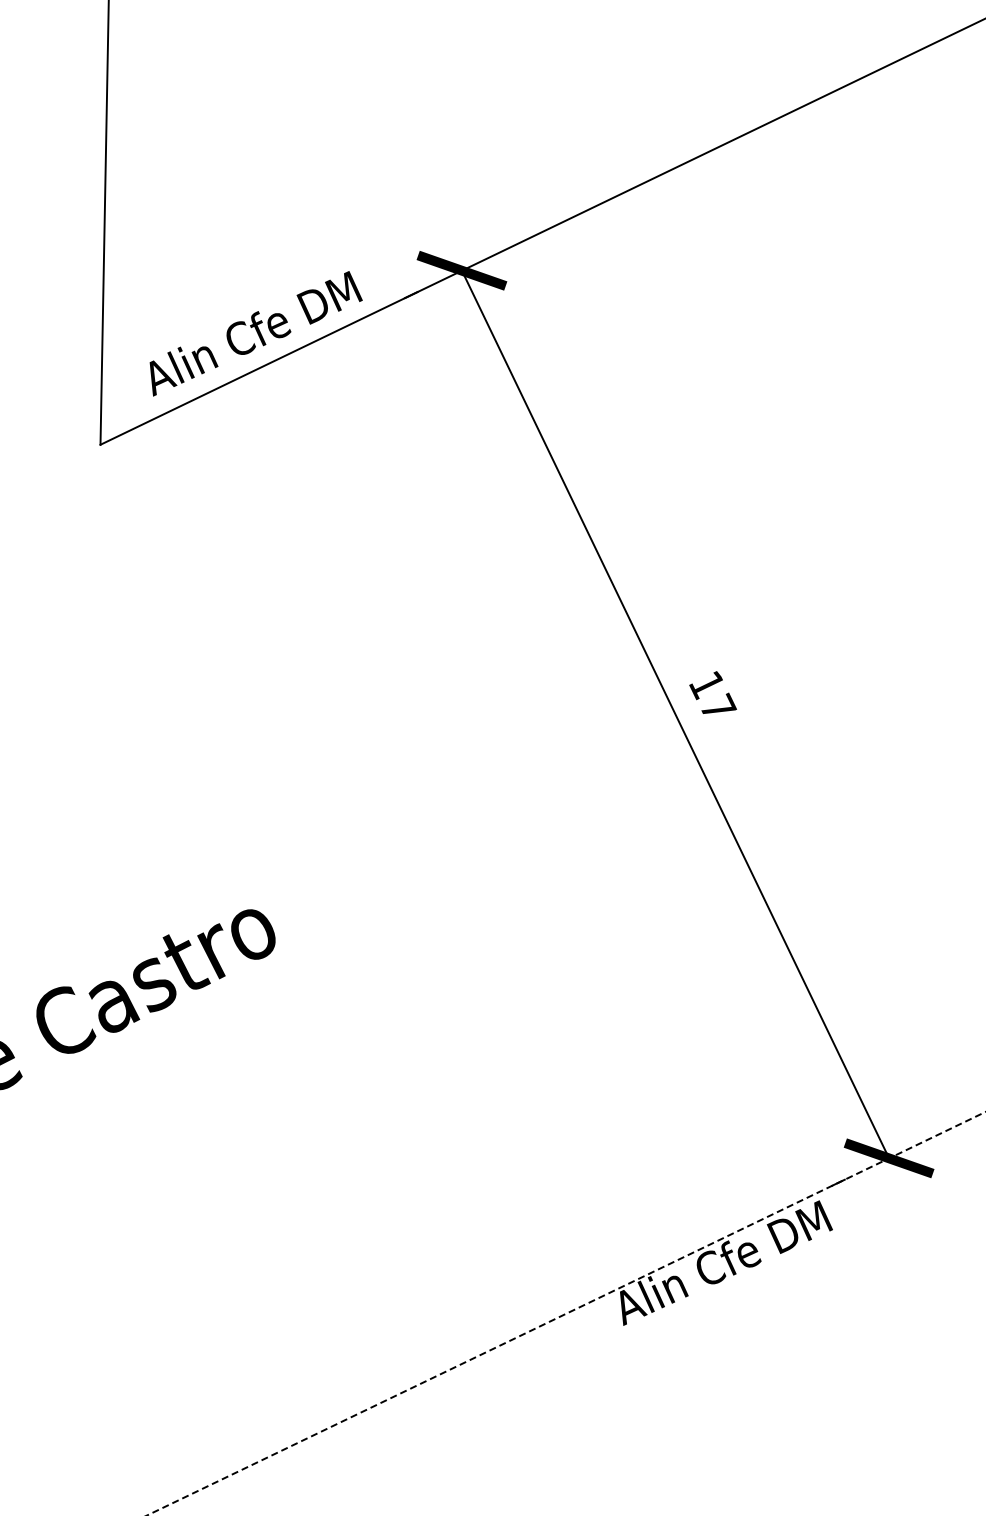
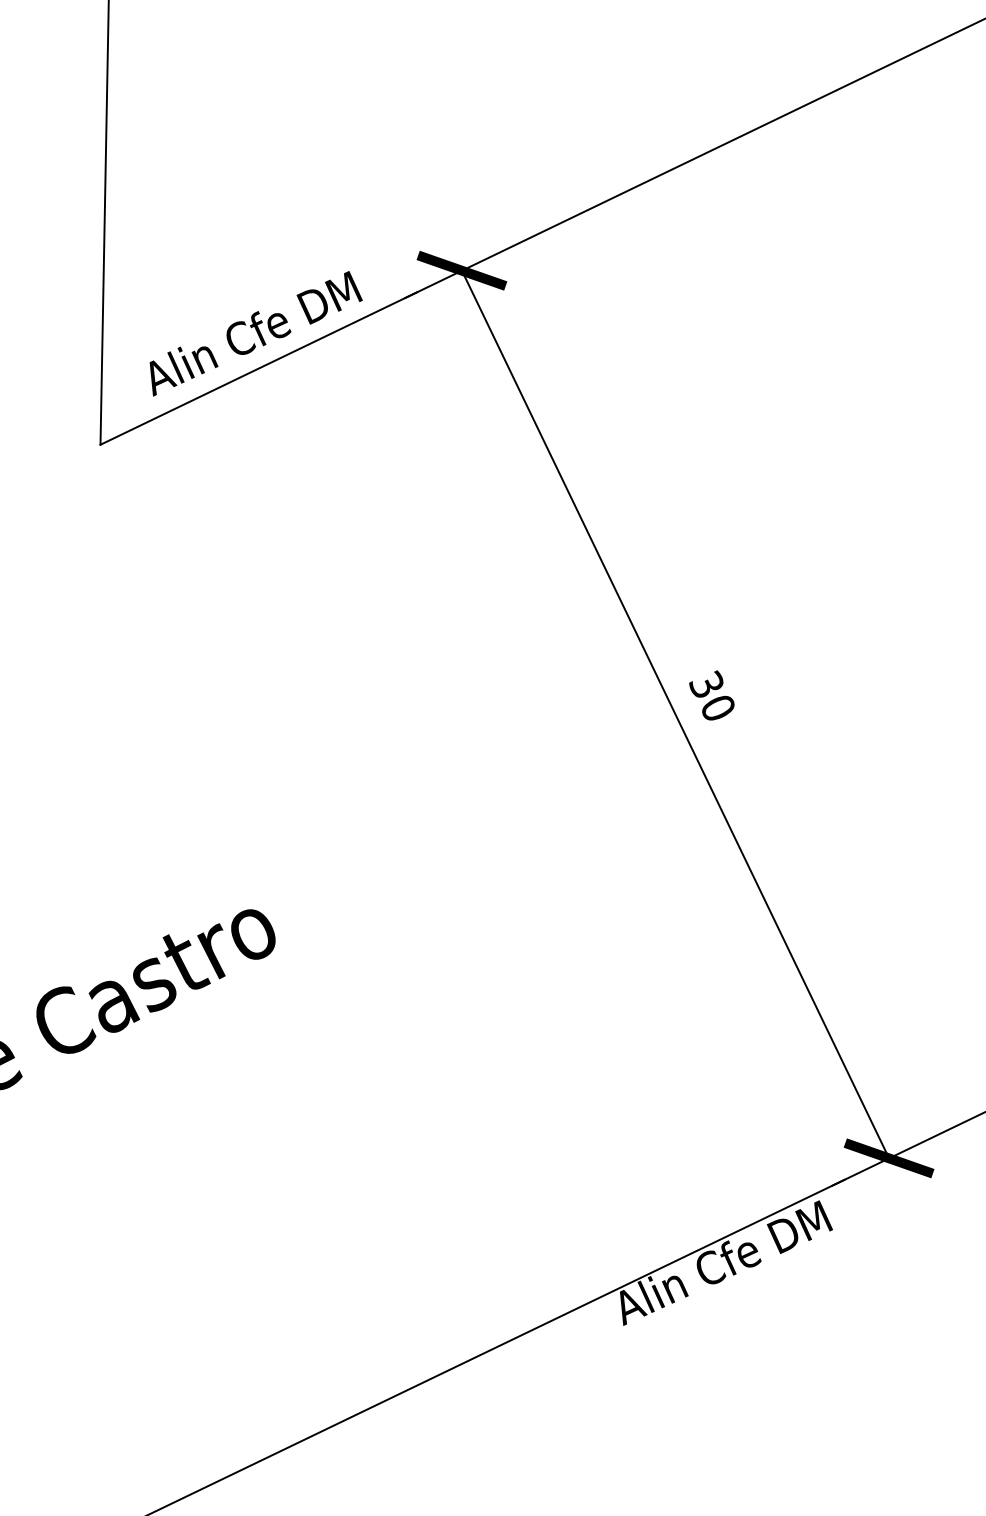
text at (713, 695): 17 -> 30
line at (565, 1314): dashed -> solid
